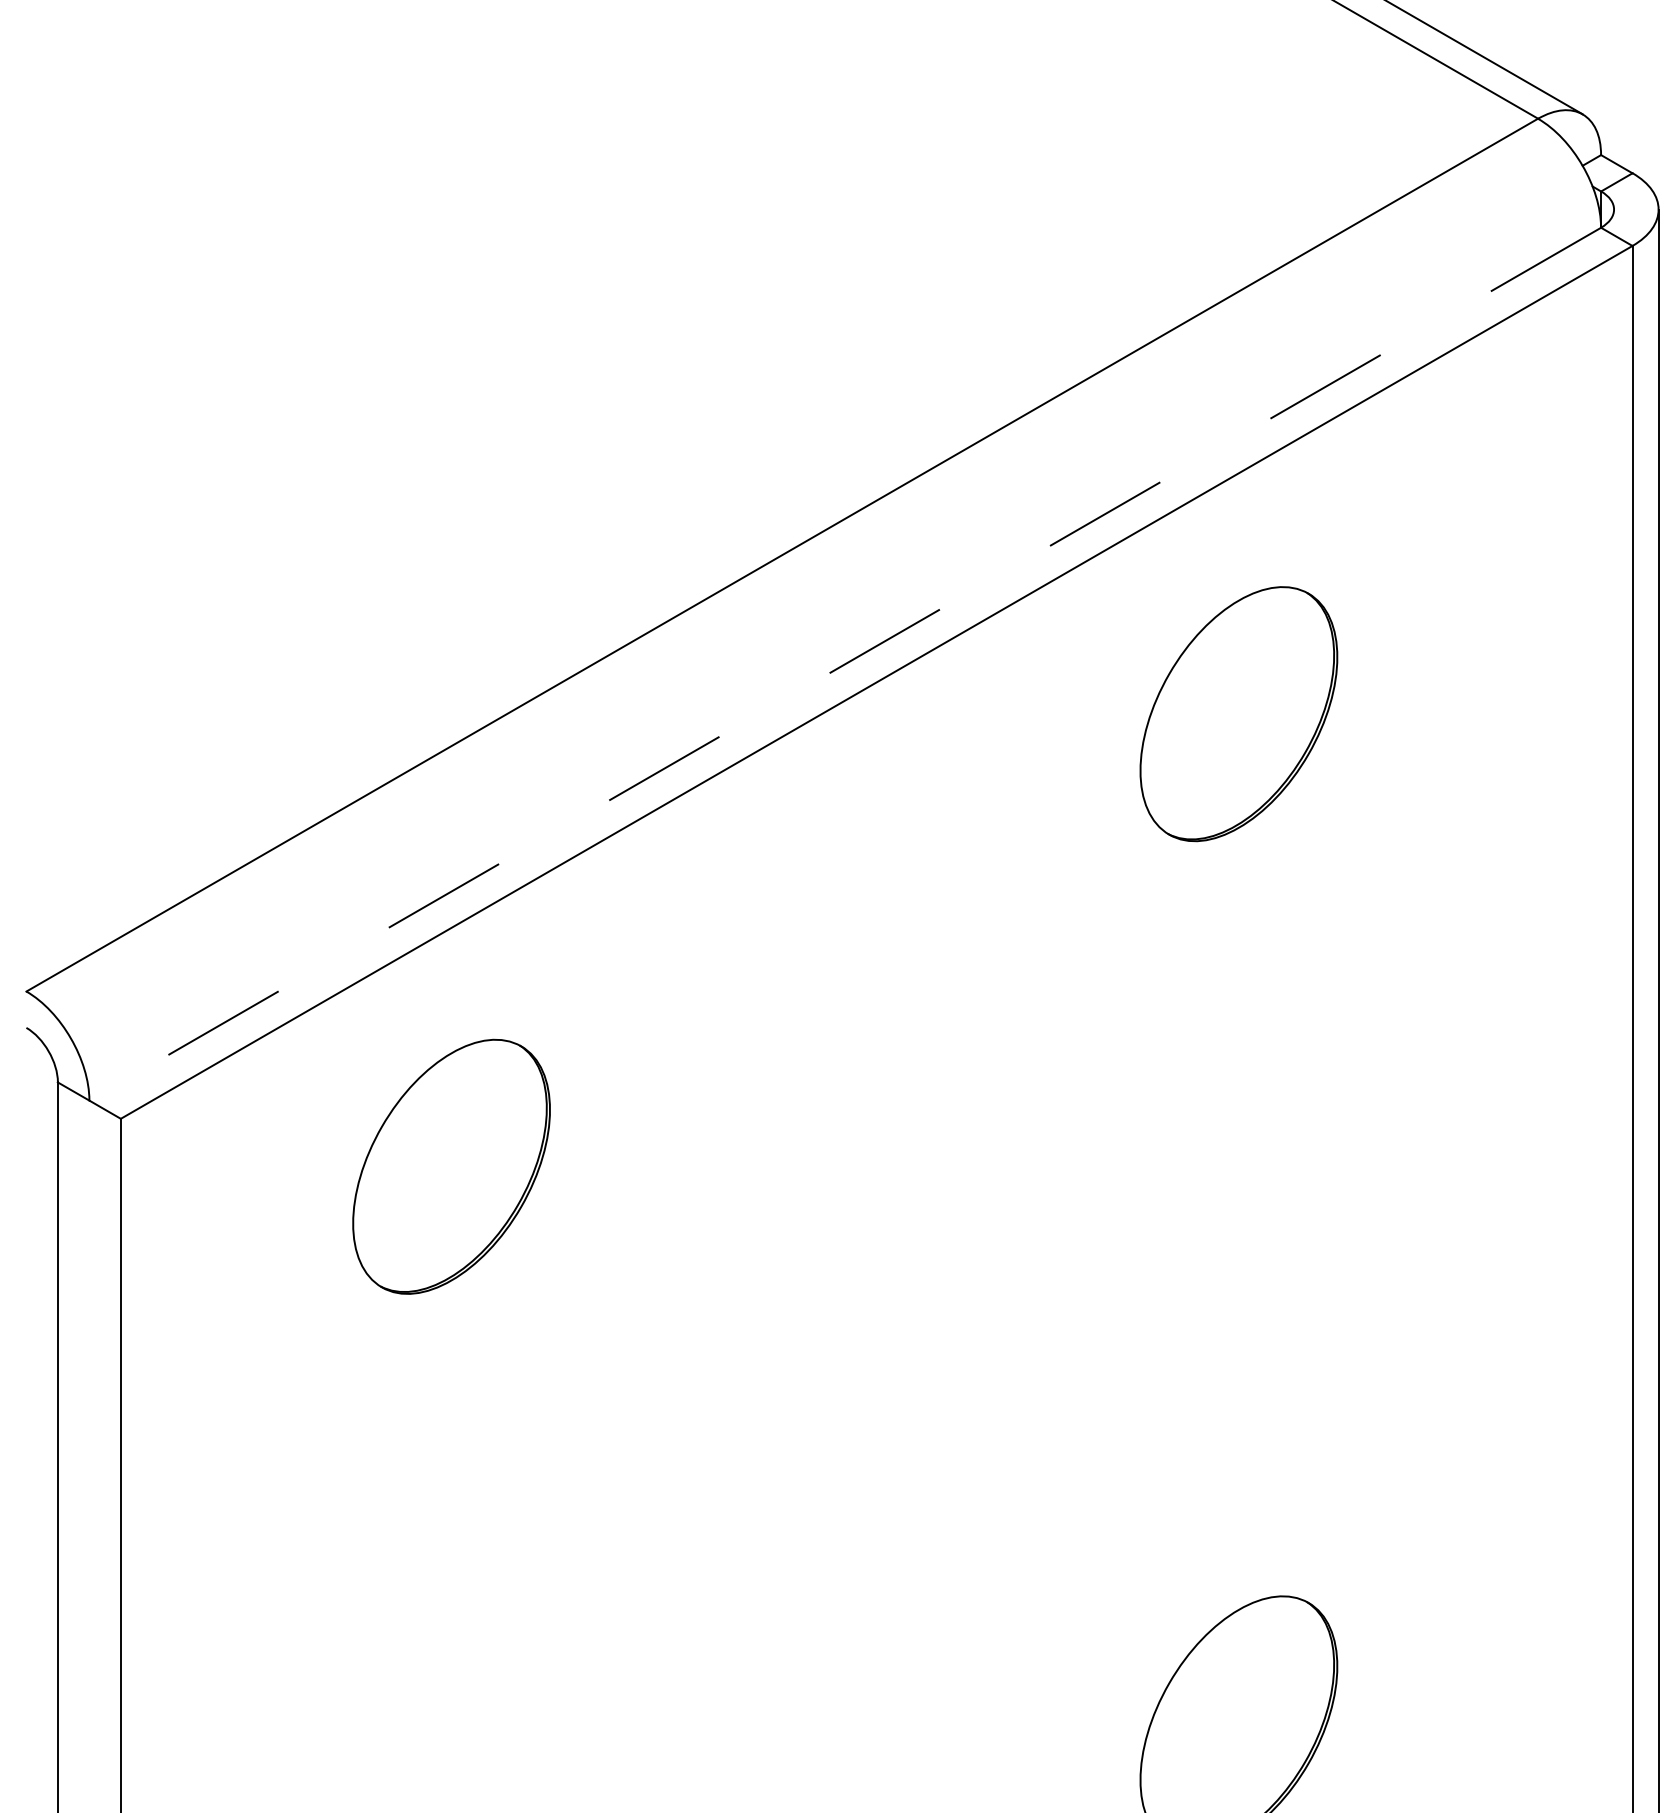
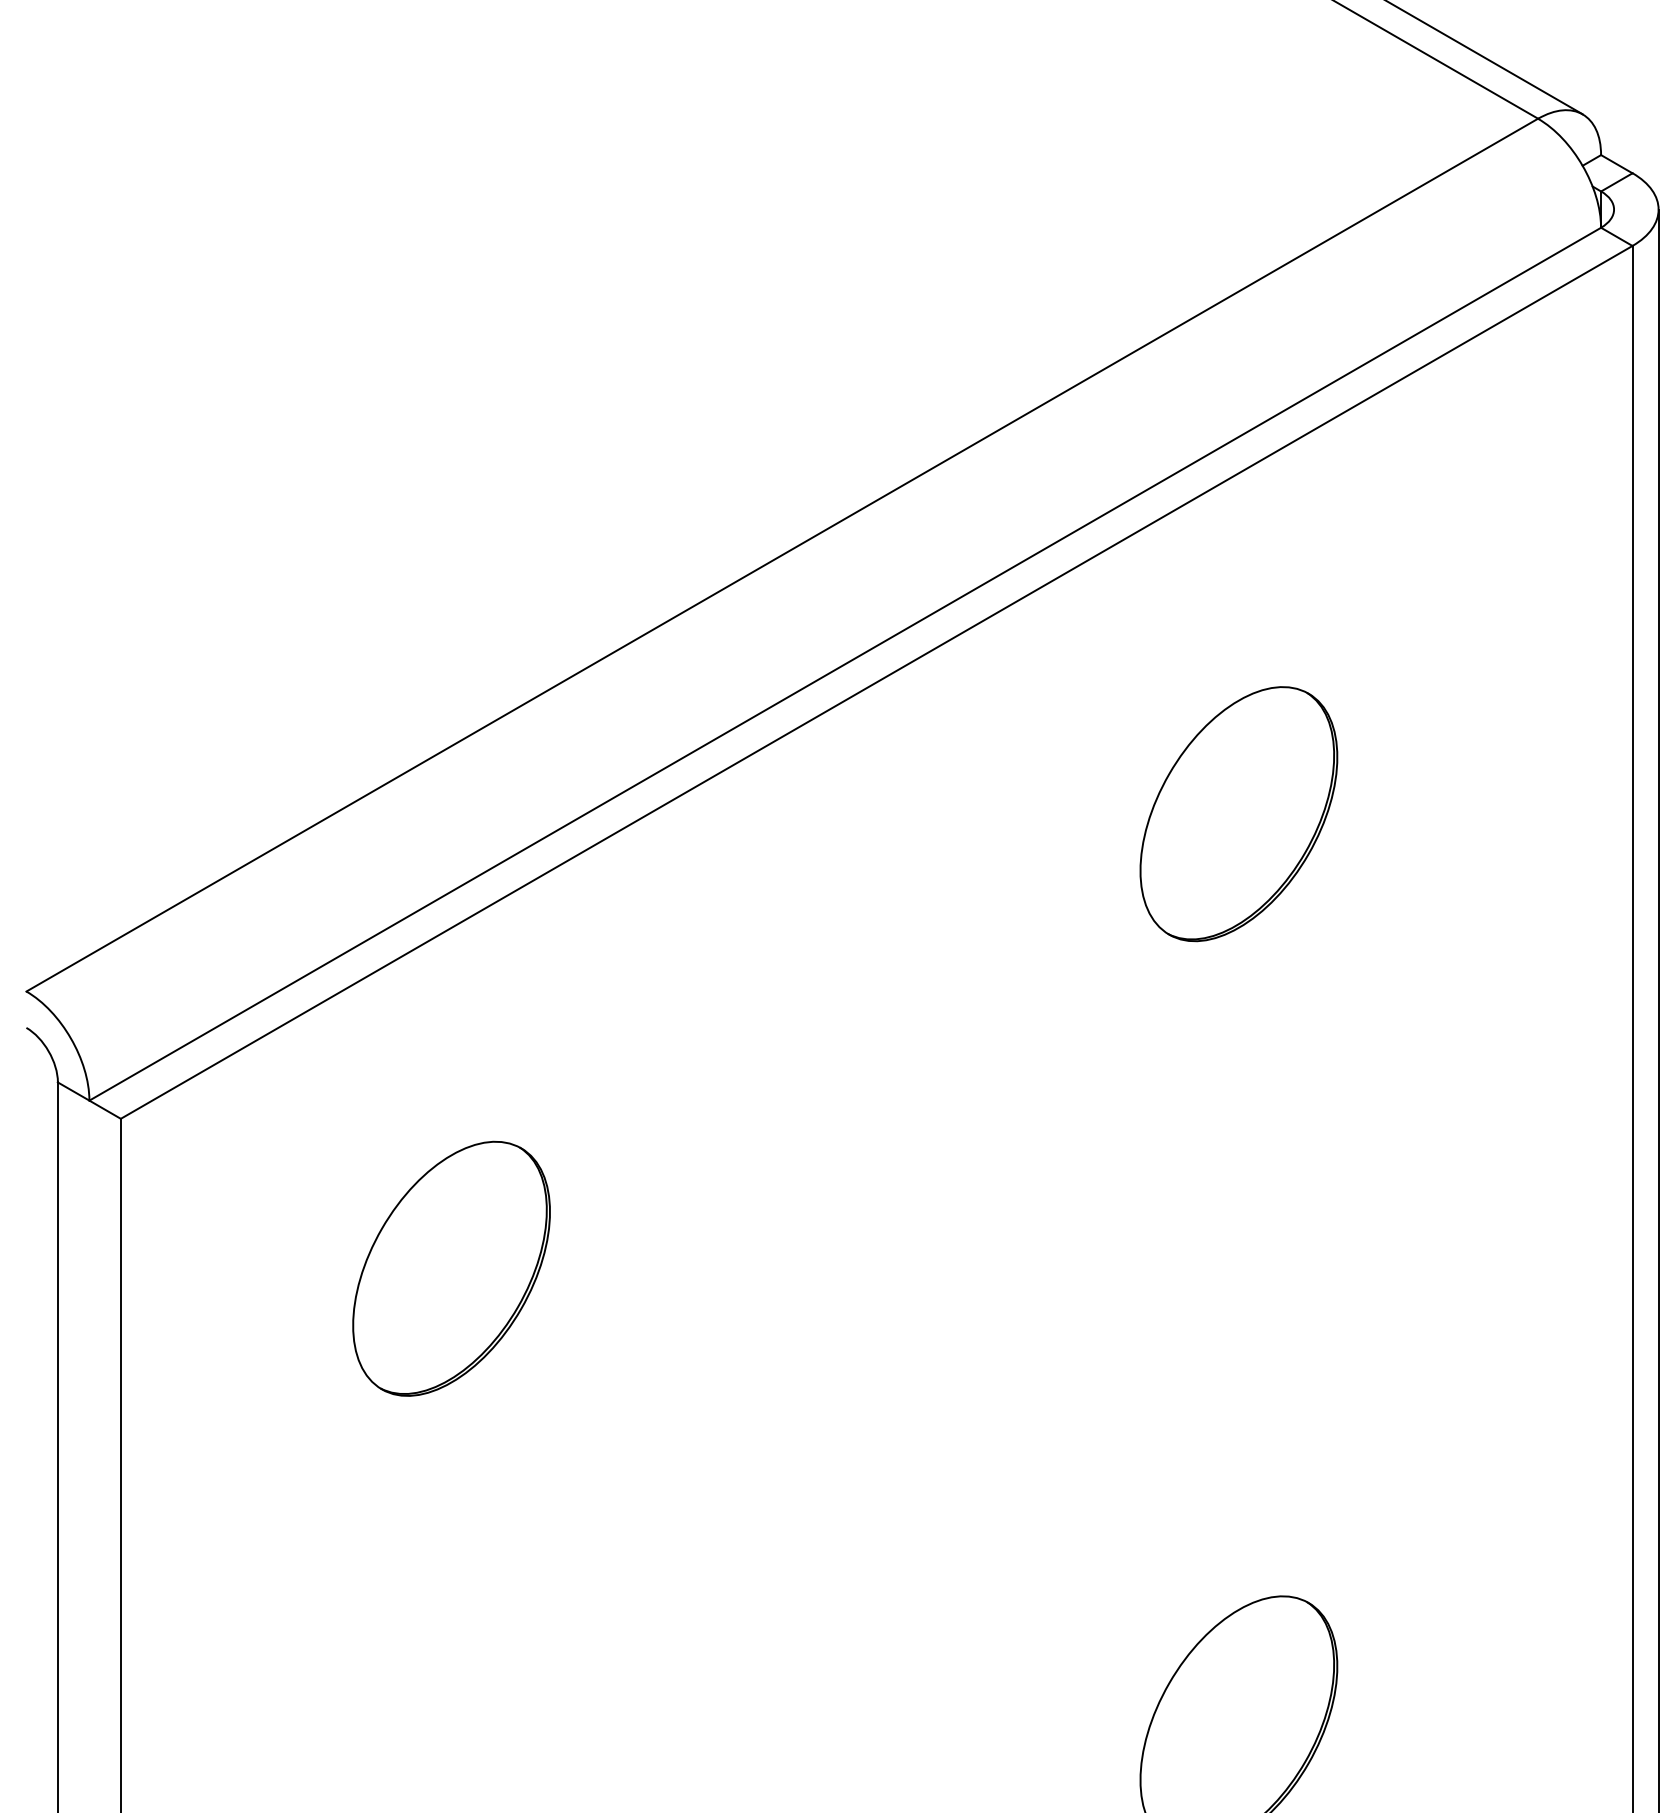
line at (845, 664): dashed -> solid
part at (1238, 714) position: (1238, 714) -> (1238, 814)
part at (451, 1166) position: (451, 1166) -> (451, 1268)
